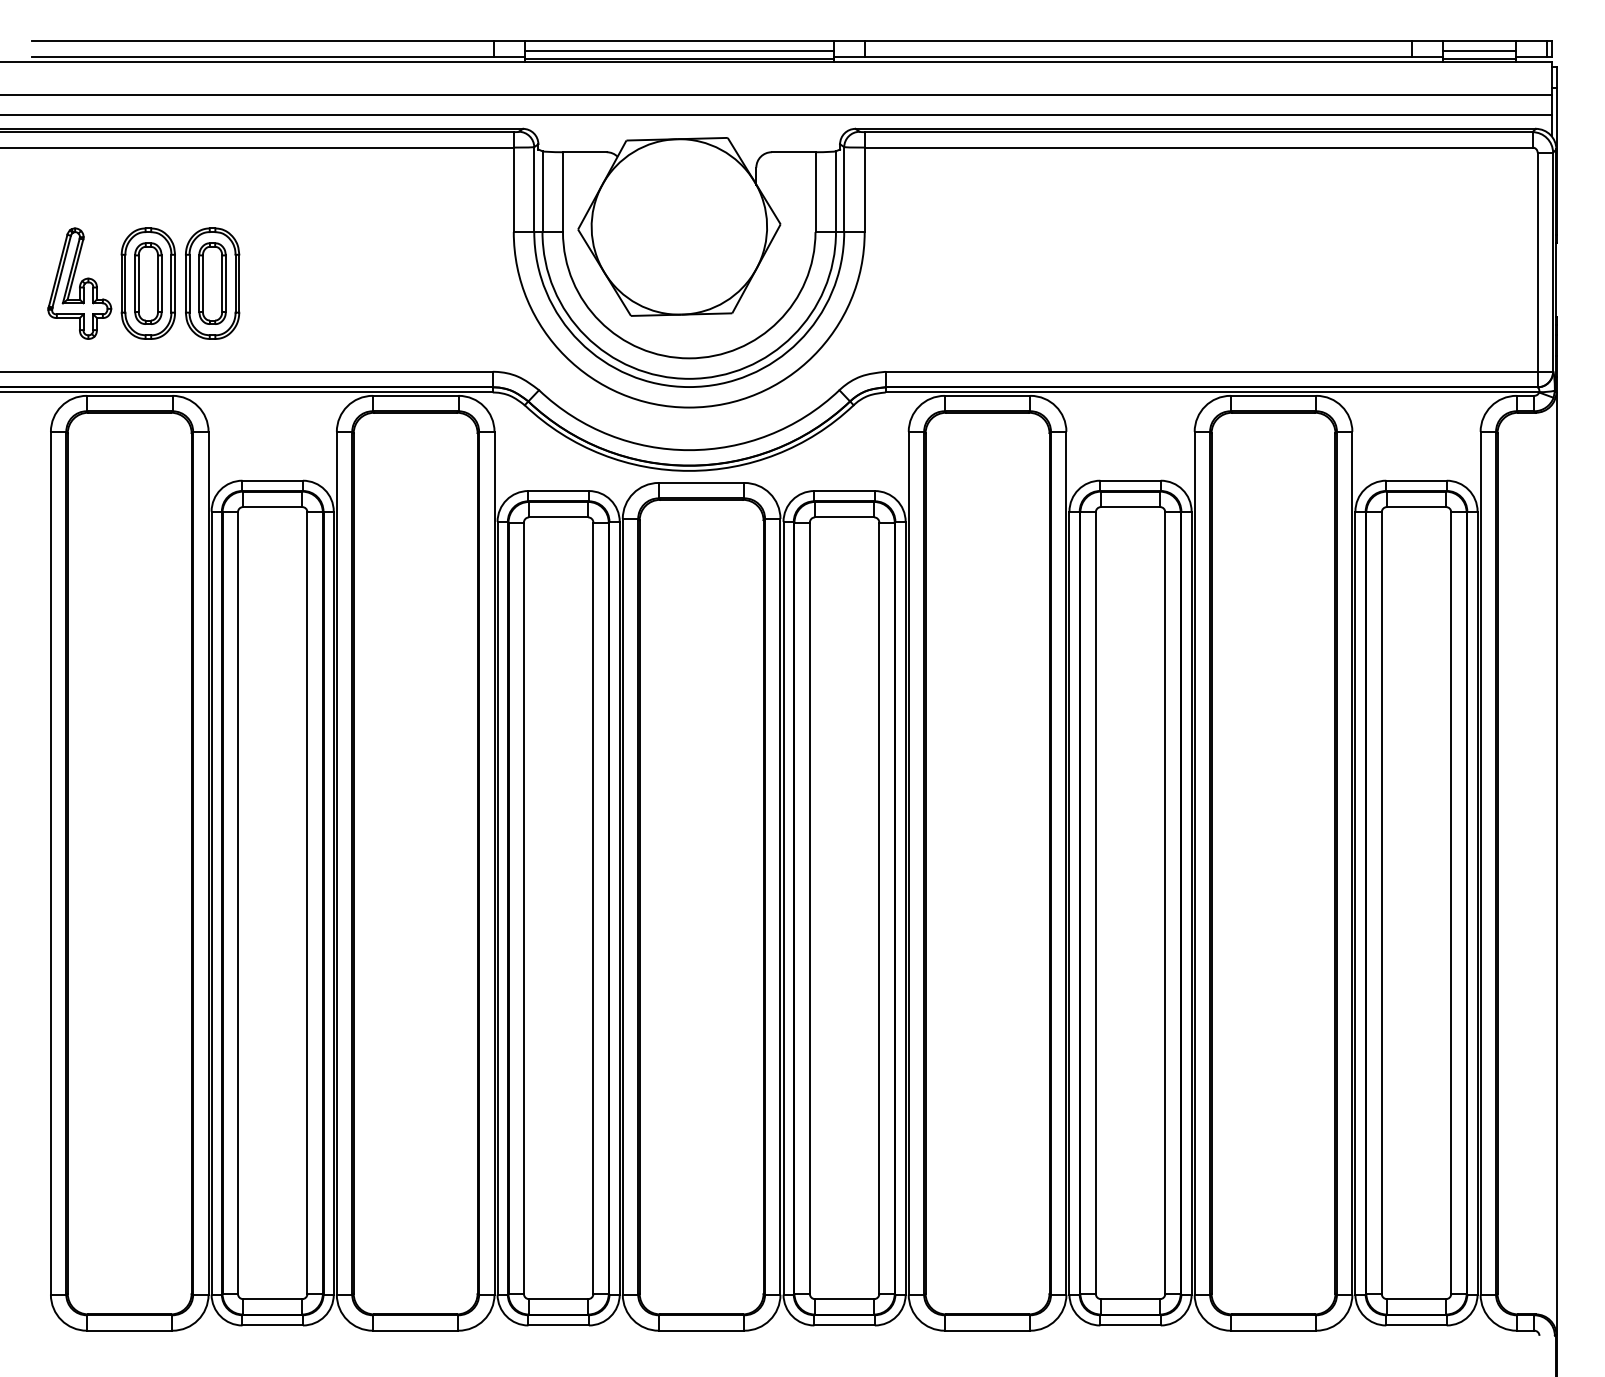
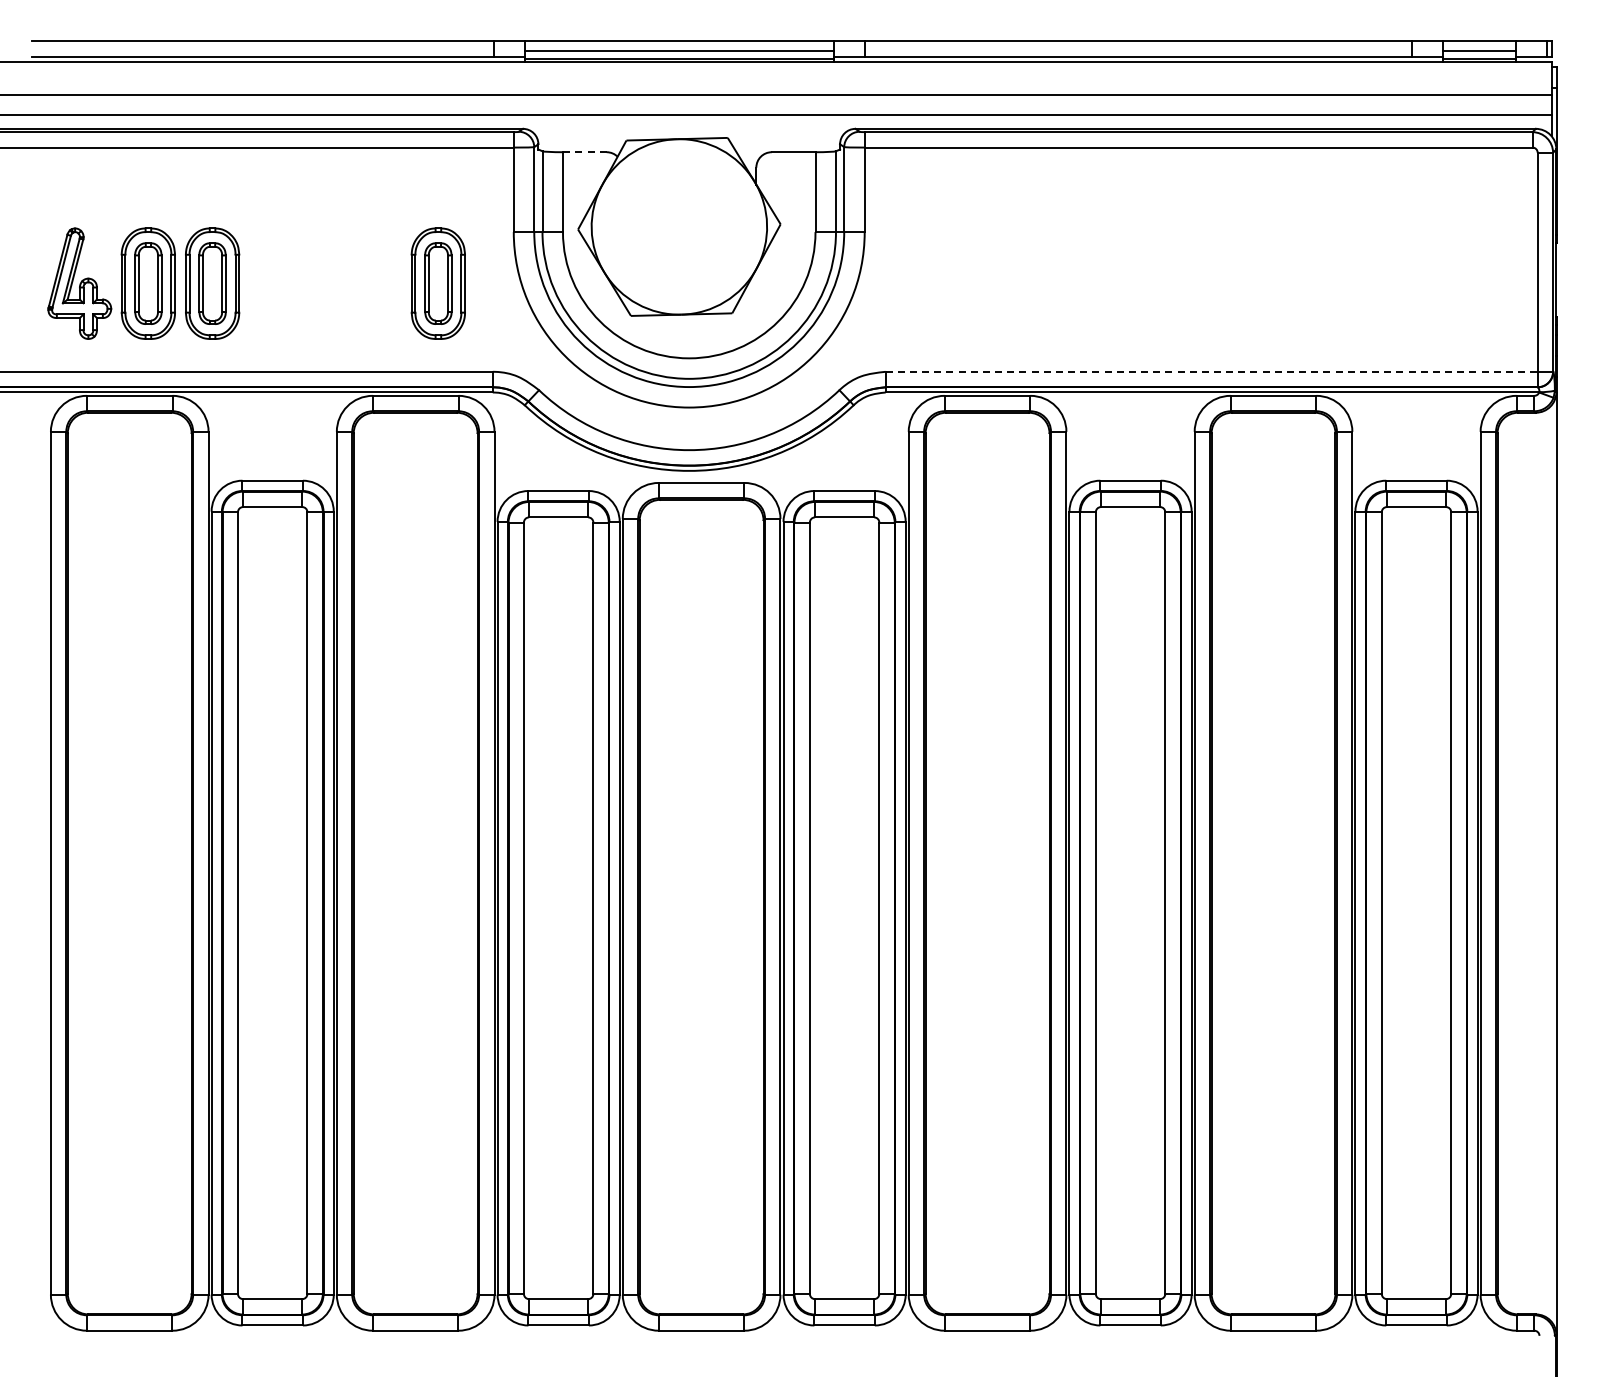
line at (584, 152): solid -> dashed
part at (437, 283): none -> present
line at (1212, 371): solid -> dashed
